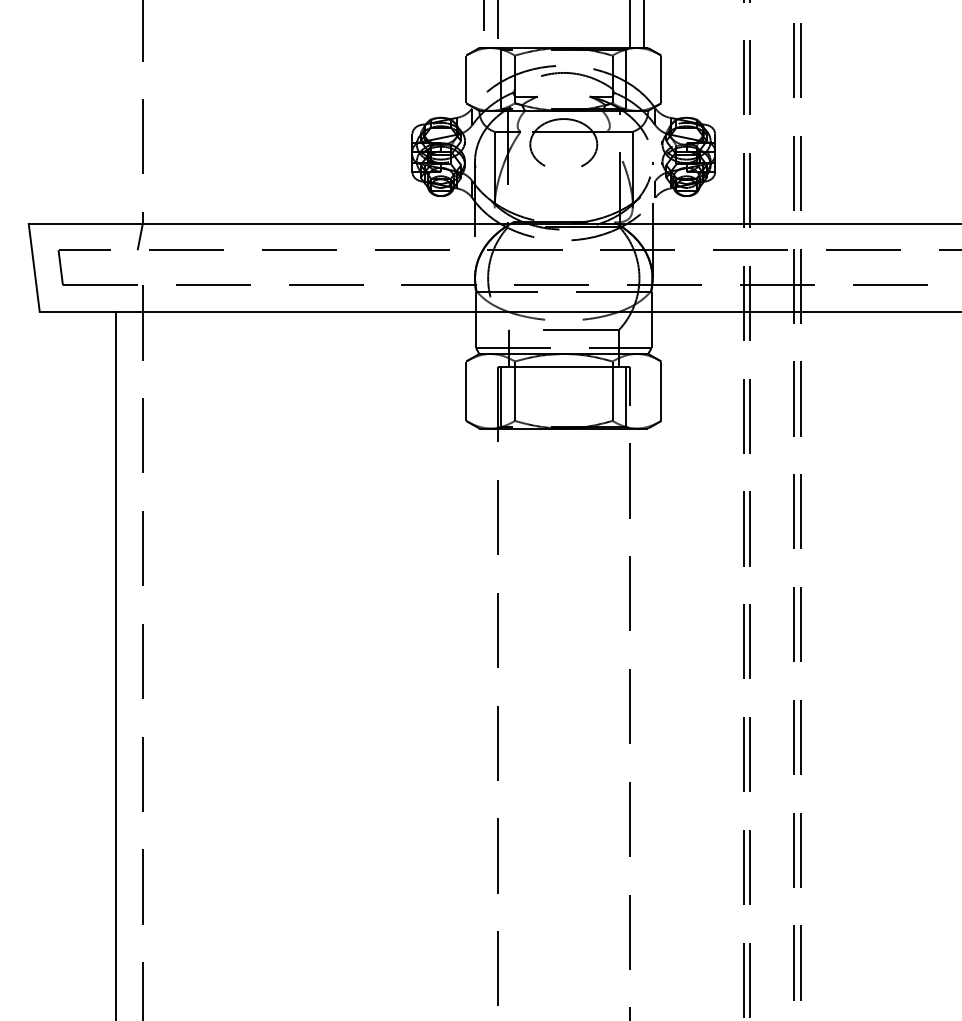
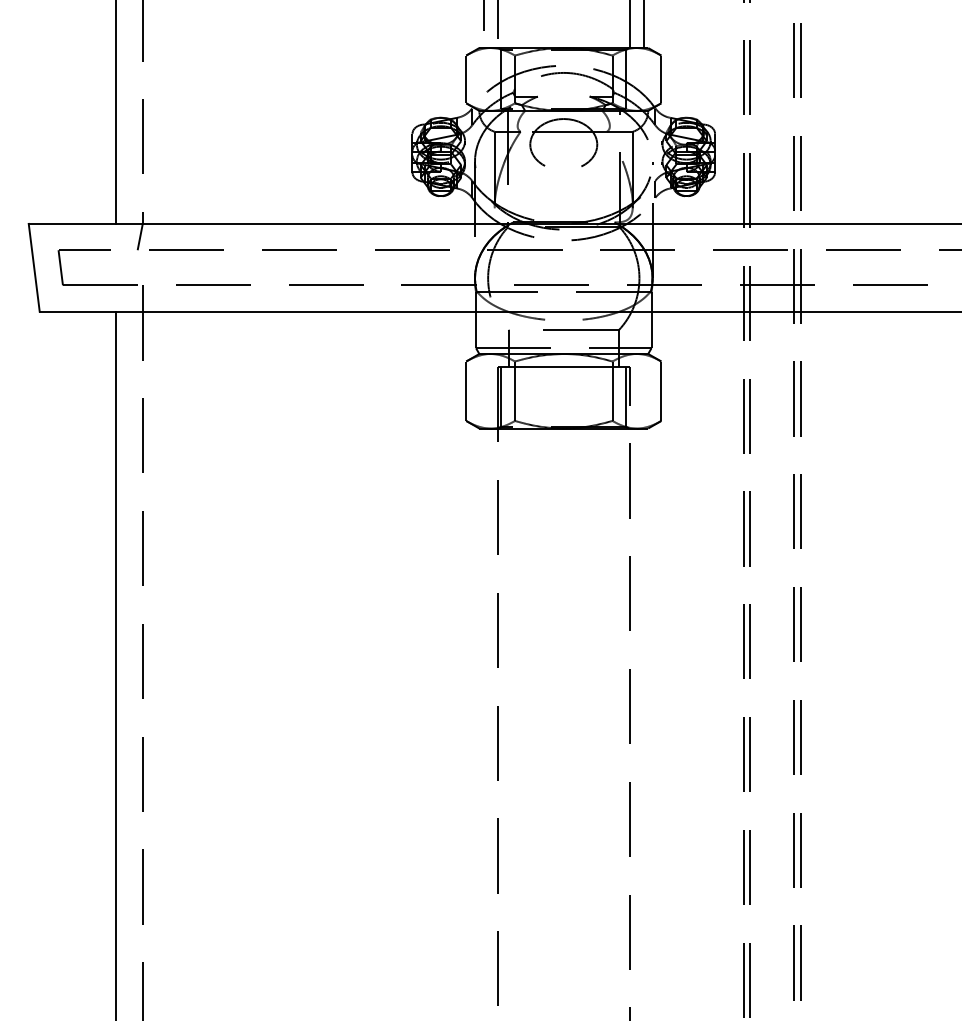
line at (116, 112): none -> present
